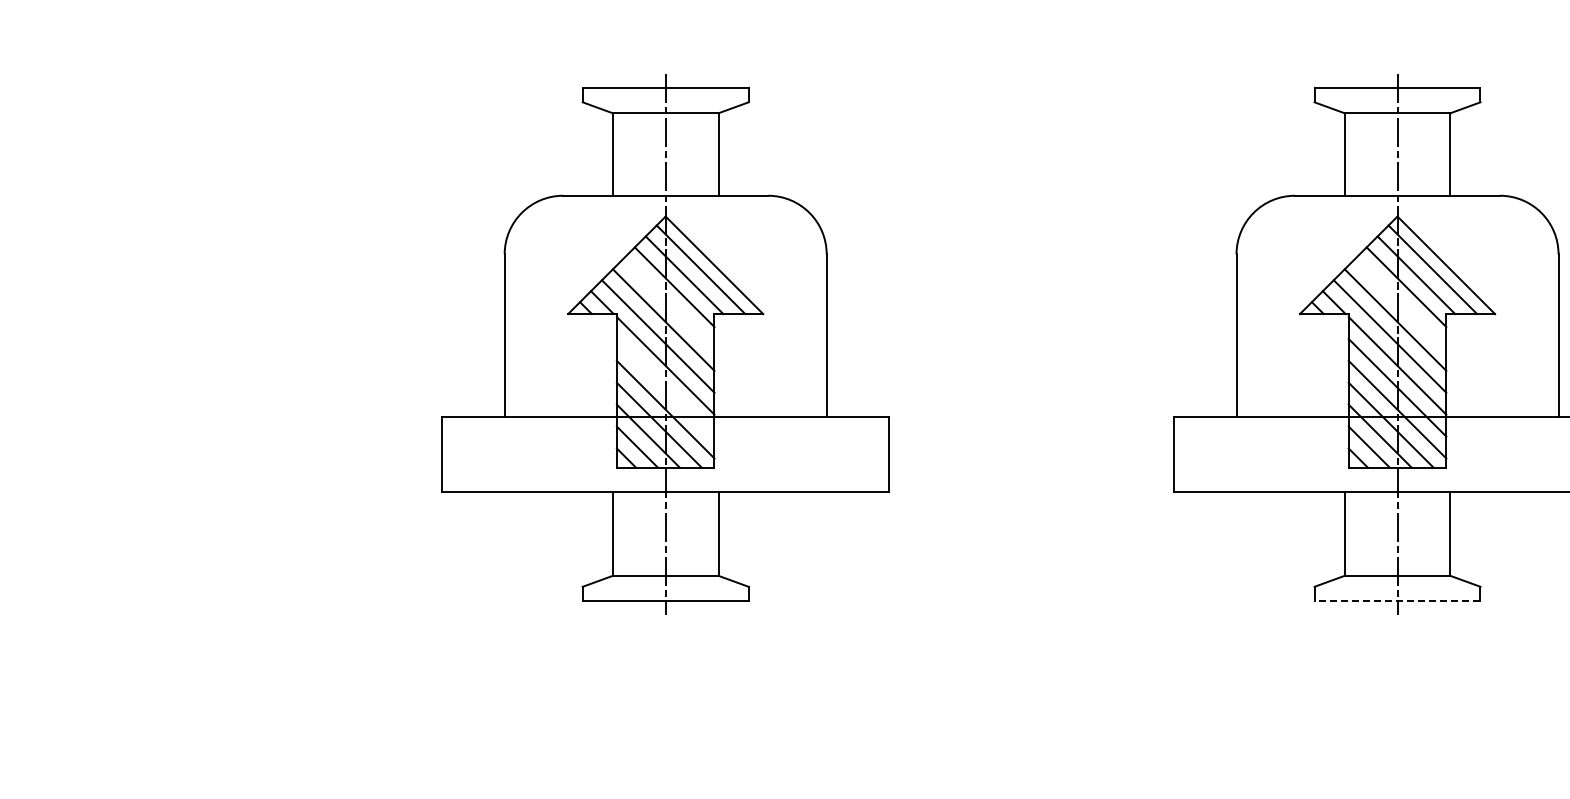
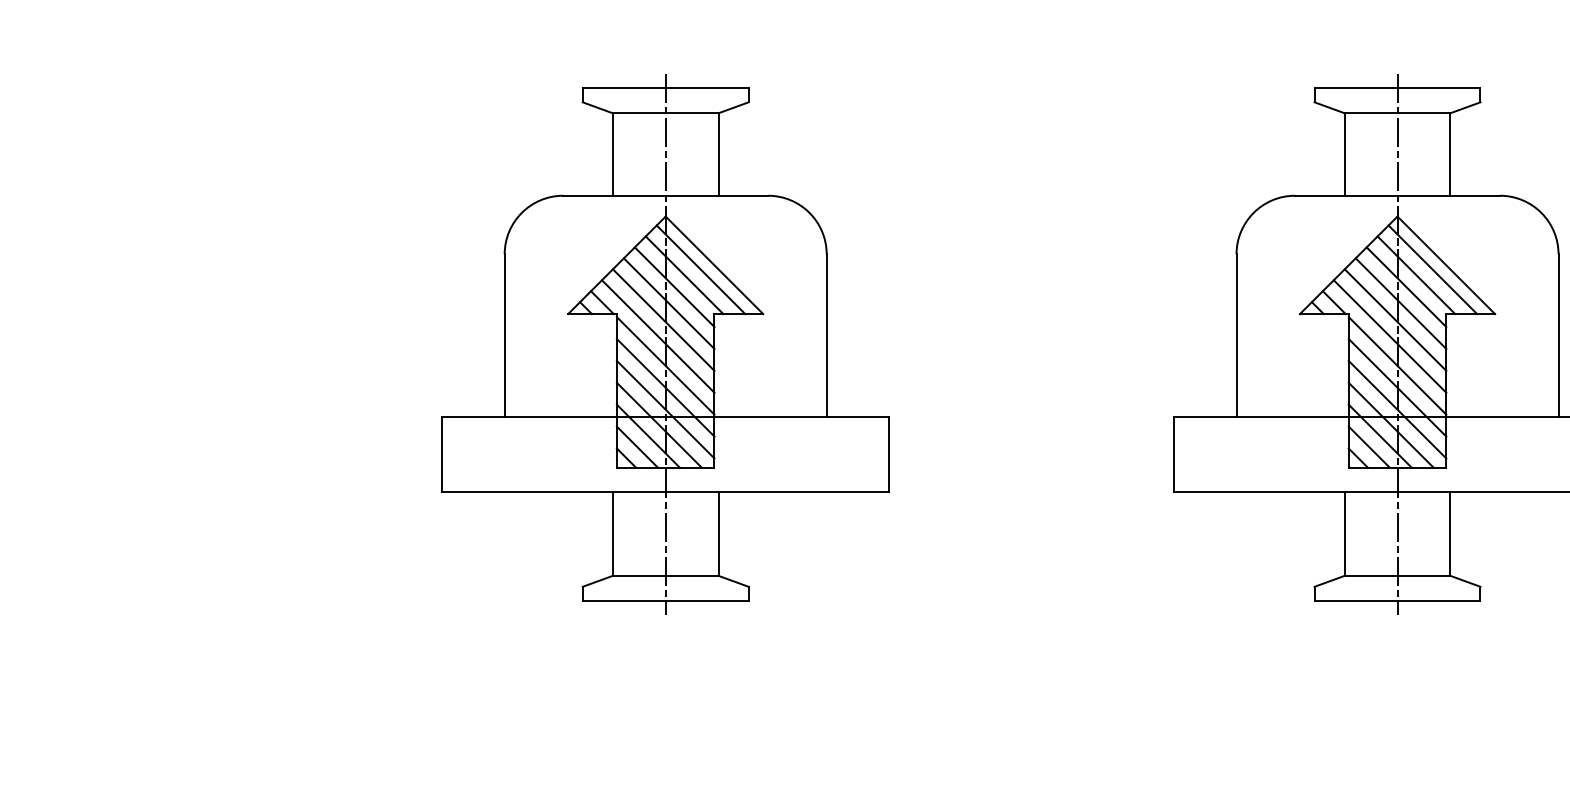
line at (668, 303): none -> present
line at (1400, 303): none -> present
line at (665, 387): none -> present
line at (1397, 600): dashed -> solid
